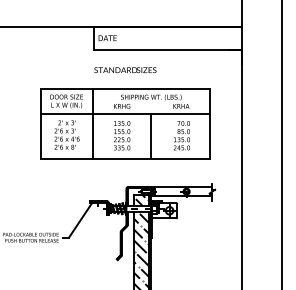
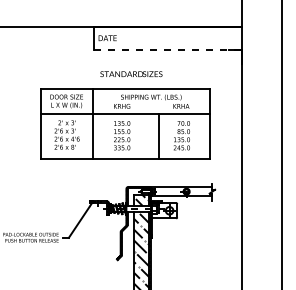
line at (168, 50): solid -> dashed
text at (125, 70) position: (125, 70) -> (131, 74)
line at (151, 136) position: (151, 136) -> (159, 136)
